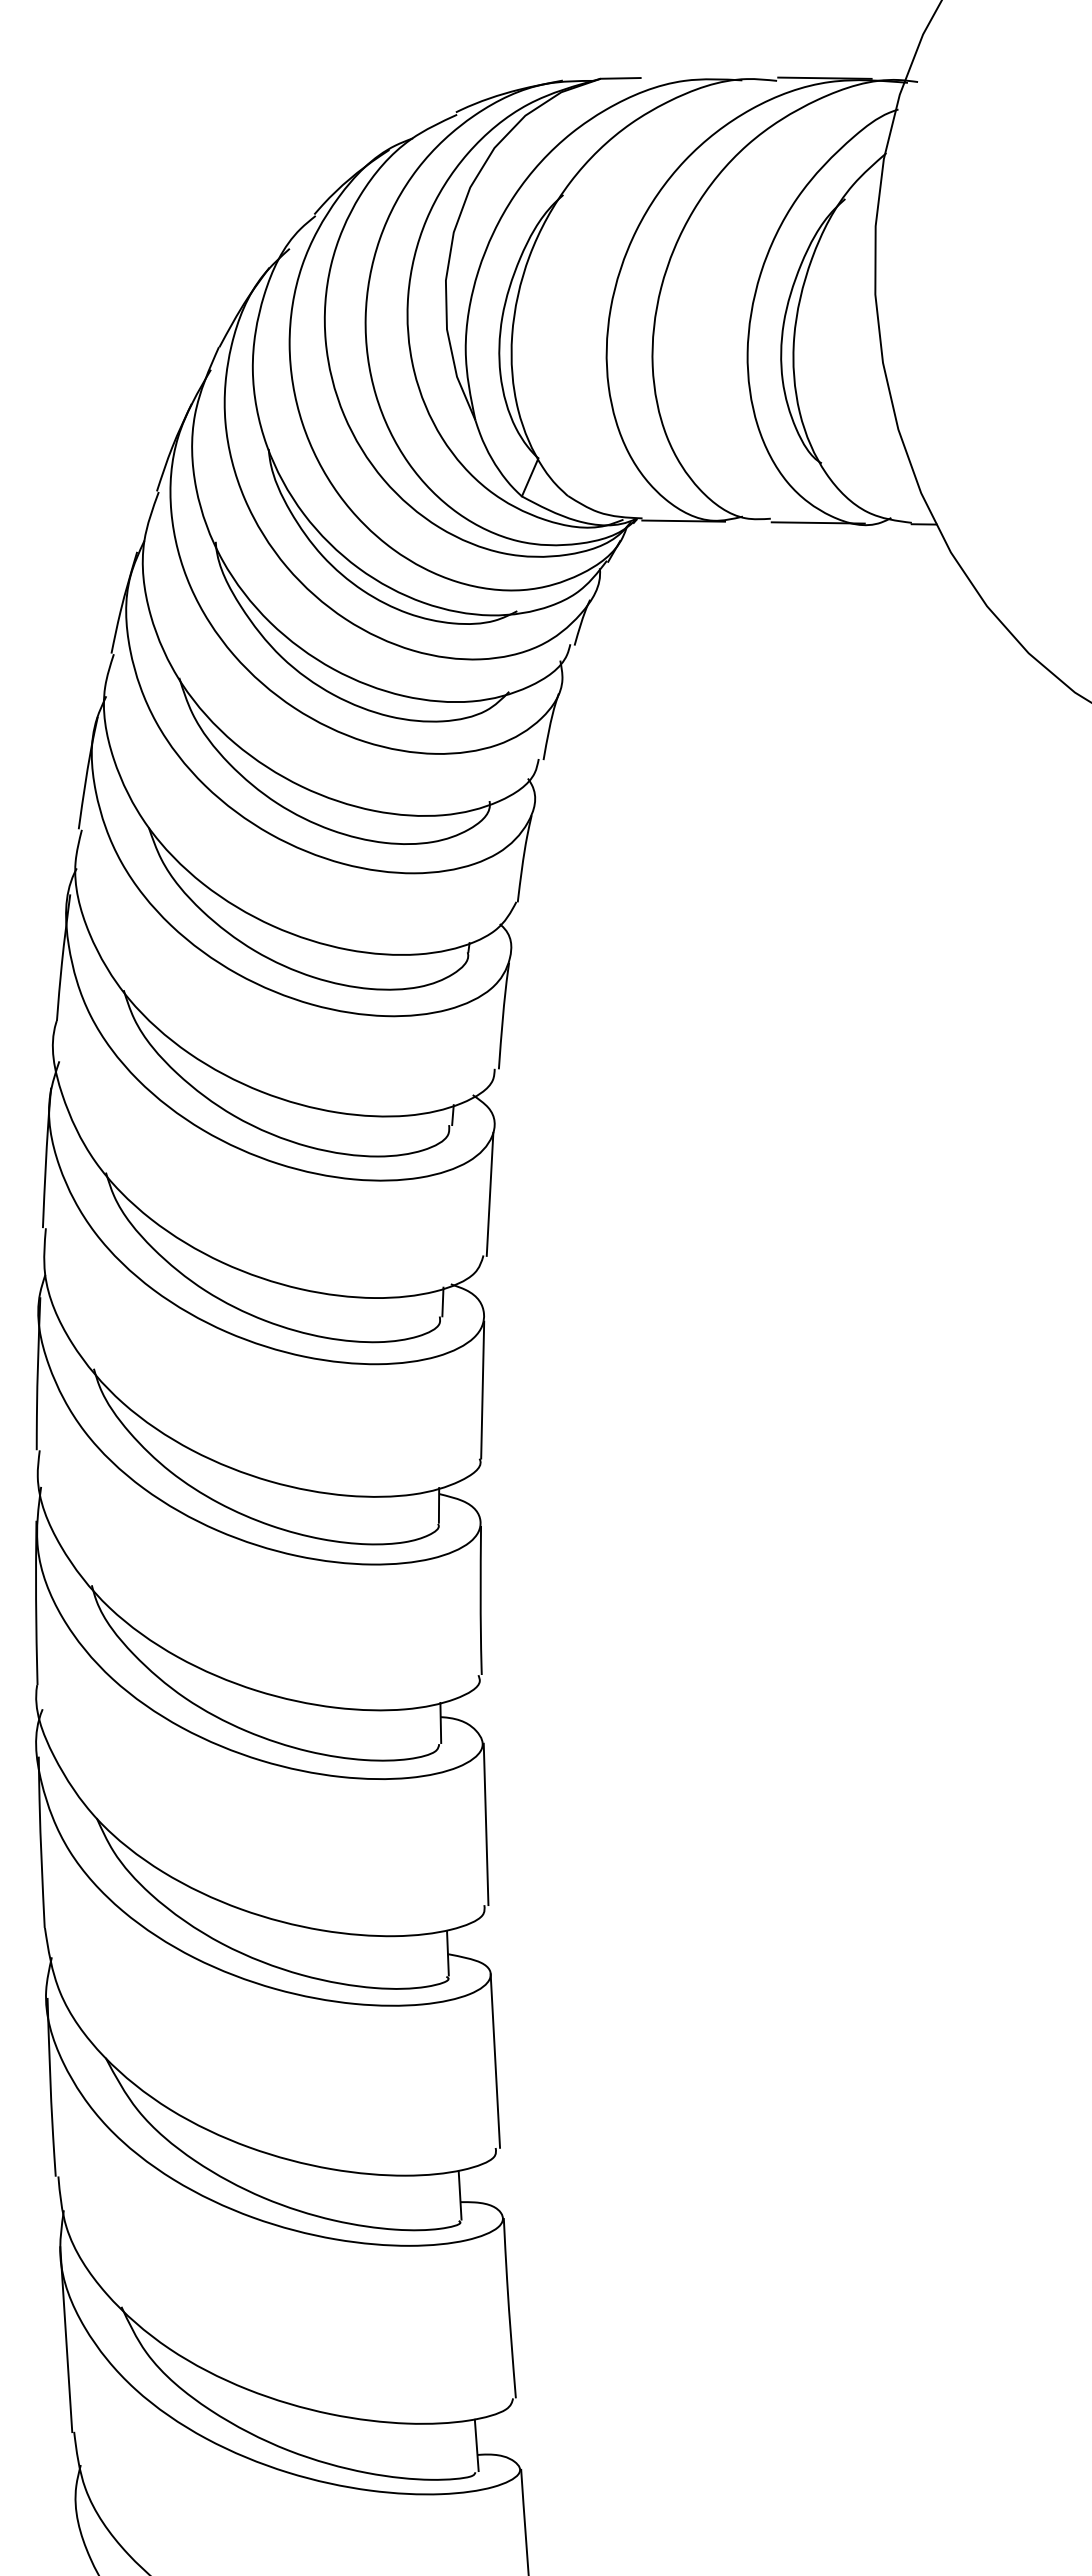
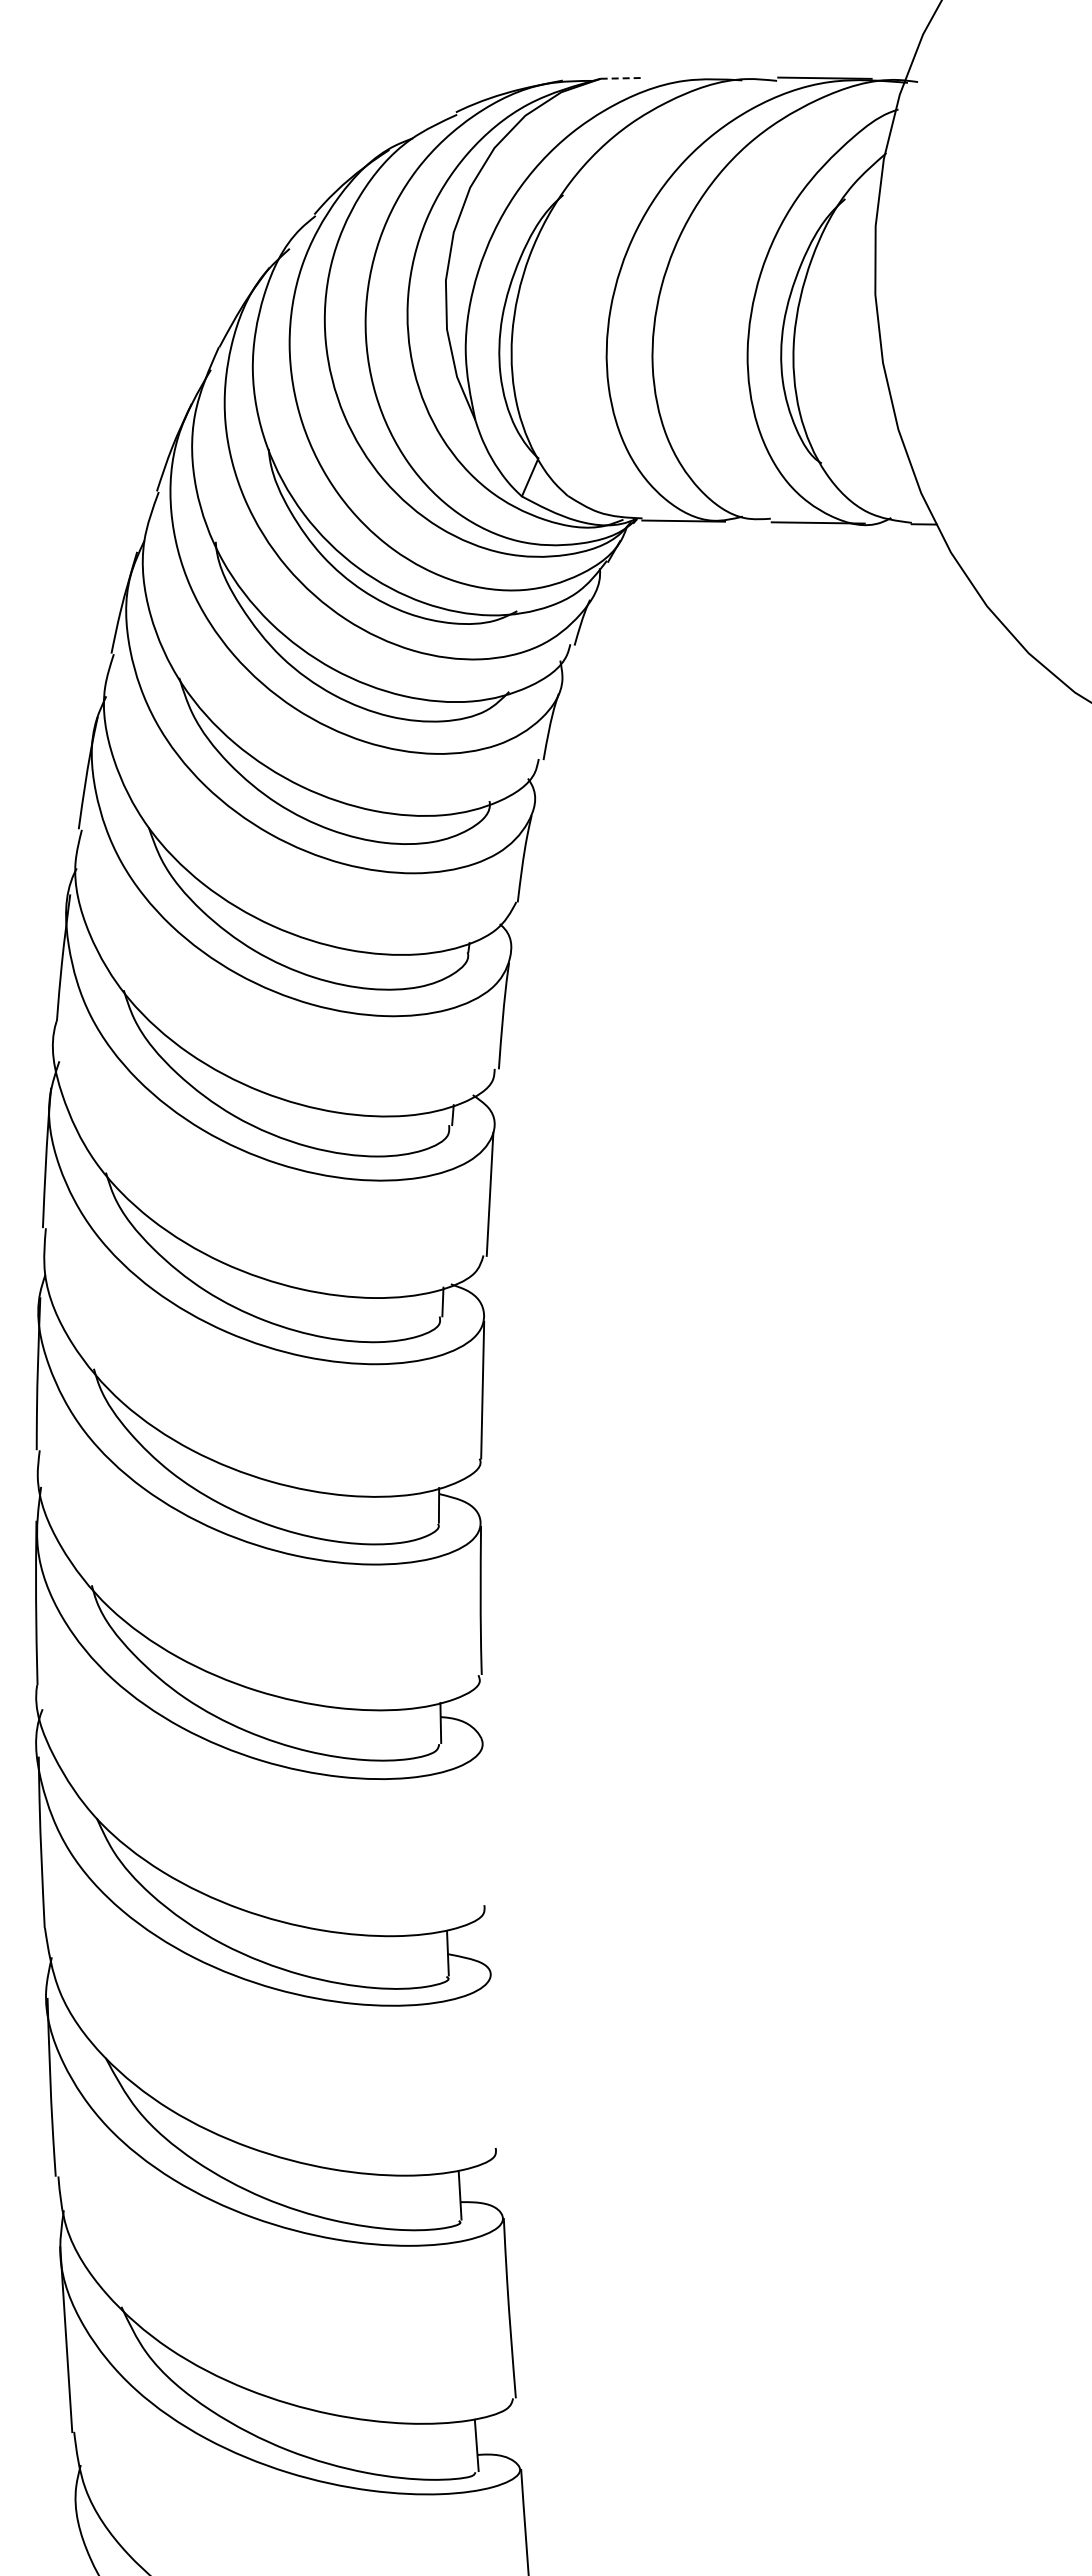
line at (620, 78): solid -> dashed
line at (485, 1824): present -> none
line at (495, 2060): present -> none
